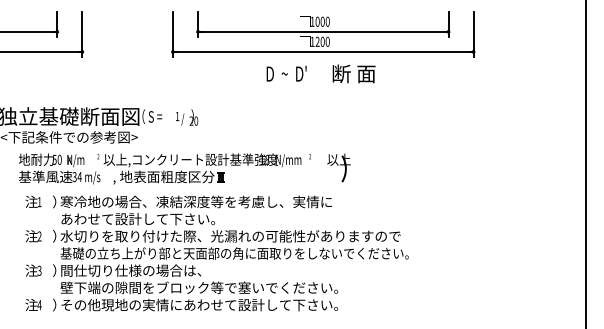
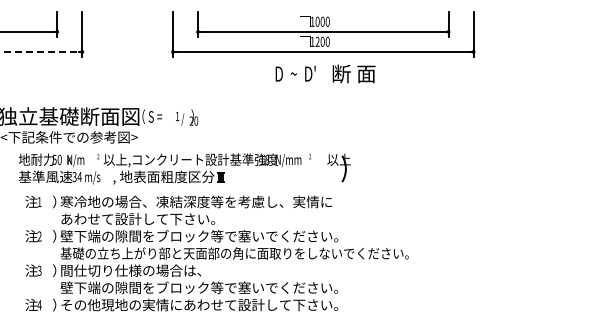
line at (40, 51): solid -> dashed
text at (286, 73) position: (286, 73) -> (295, 73)
line at (585, 163): present -> none
text at (230, 236): 水切りを取り付けた際、光漏れの可能性がありますので -> 壁下端の隙間をブロック等で塞いでください。
